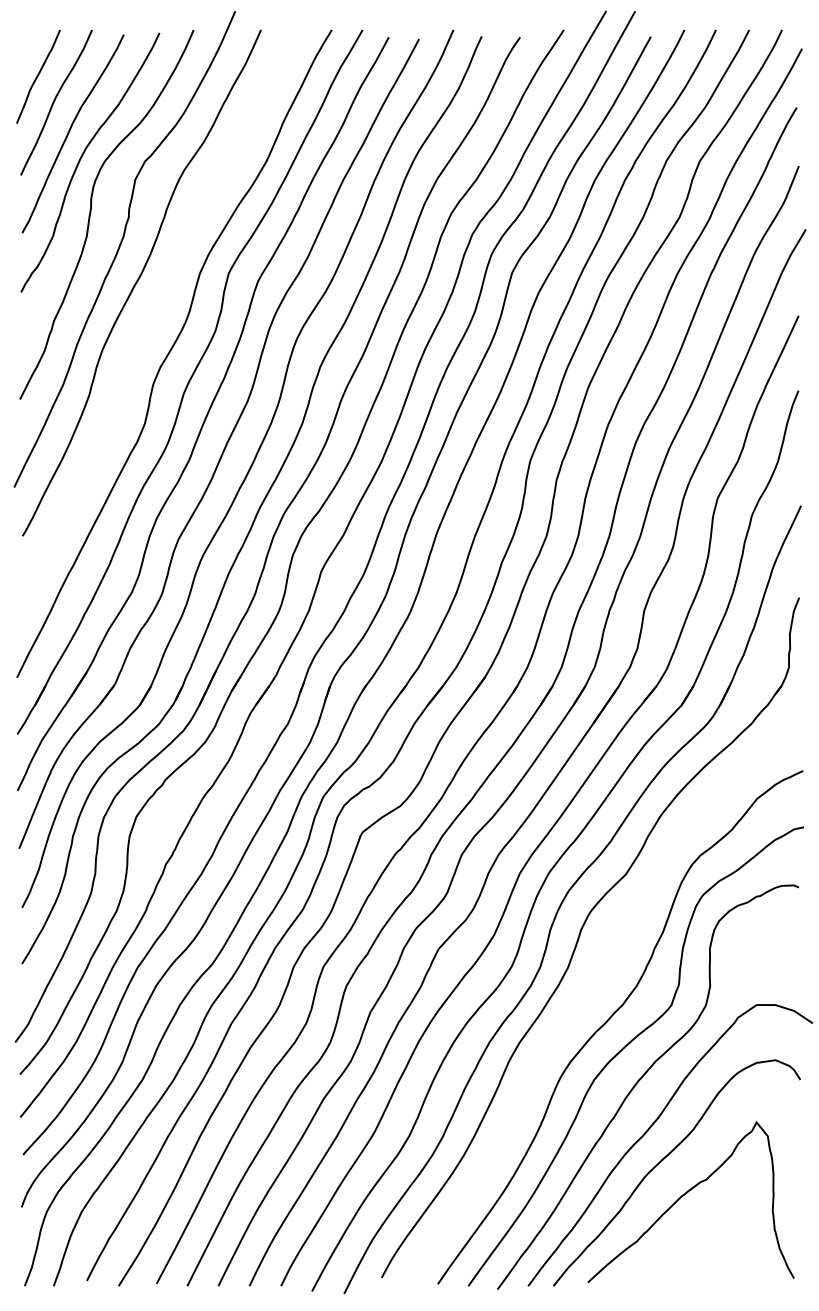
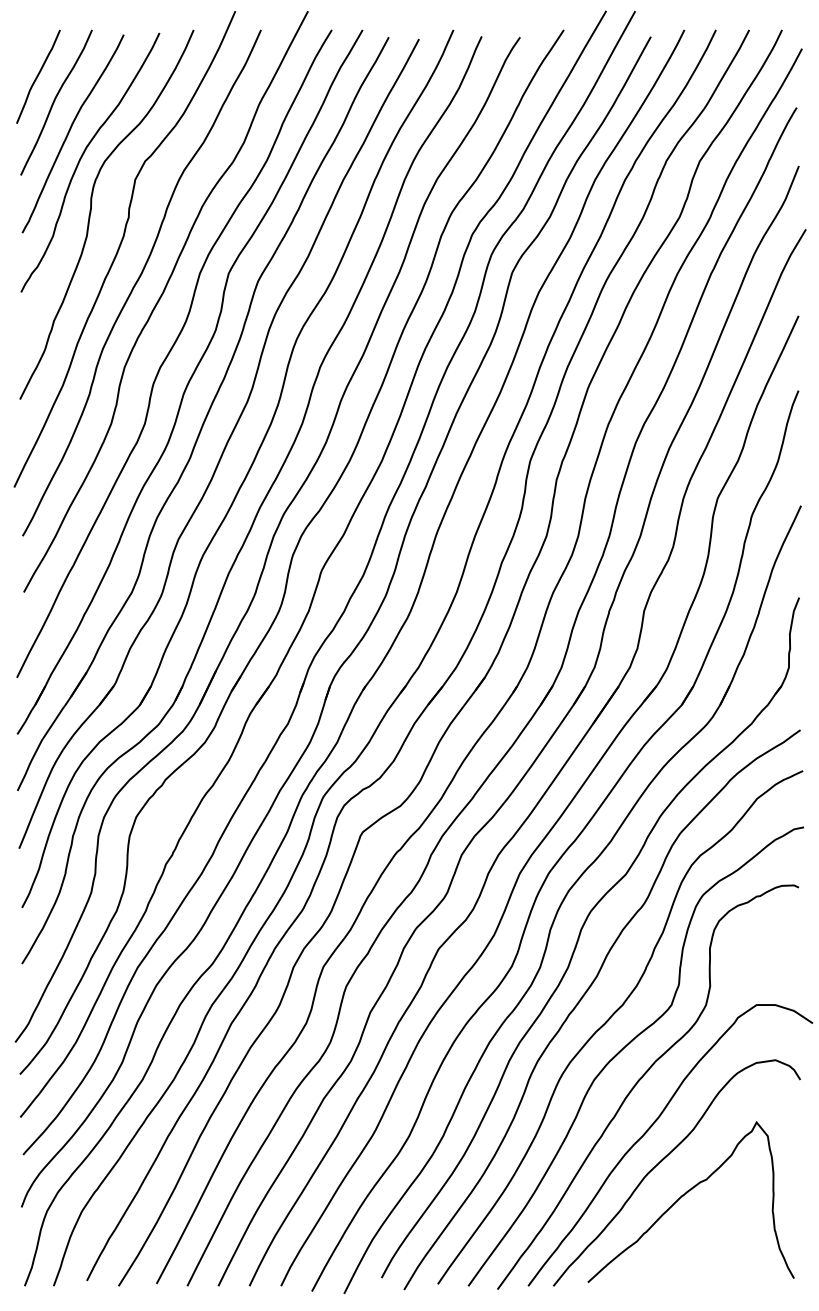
curve at (160, 299): none -> present
curve at (584, 996): none -> present
